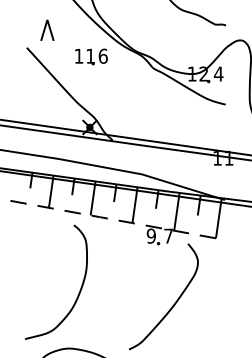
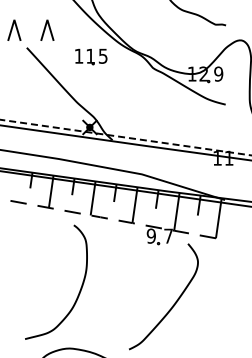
line at (12, 29): none -> present
text at (102, 55): 6 -> 5
text at (218, 73): 4 -> 9
line at (125, 137): solid -> dashed
